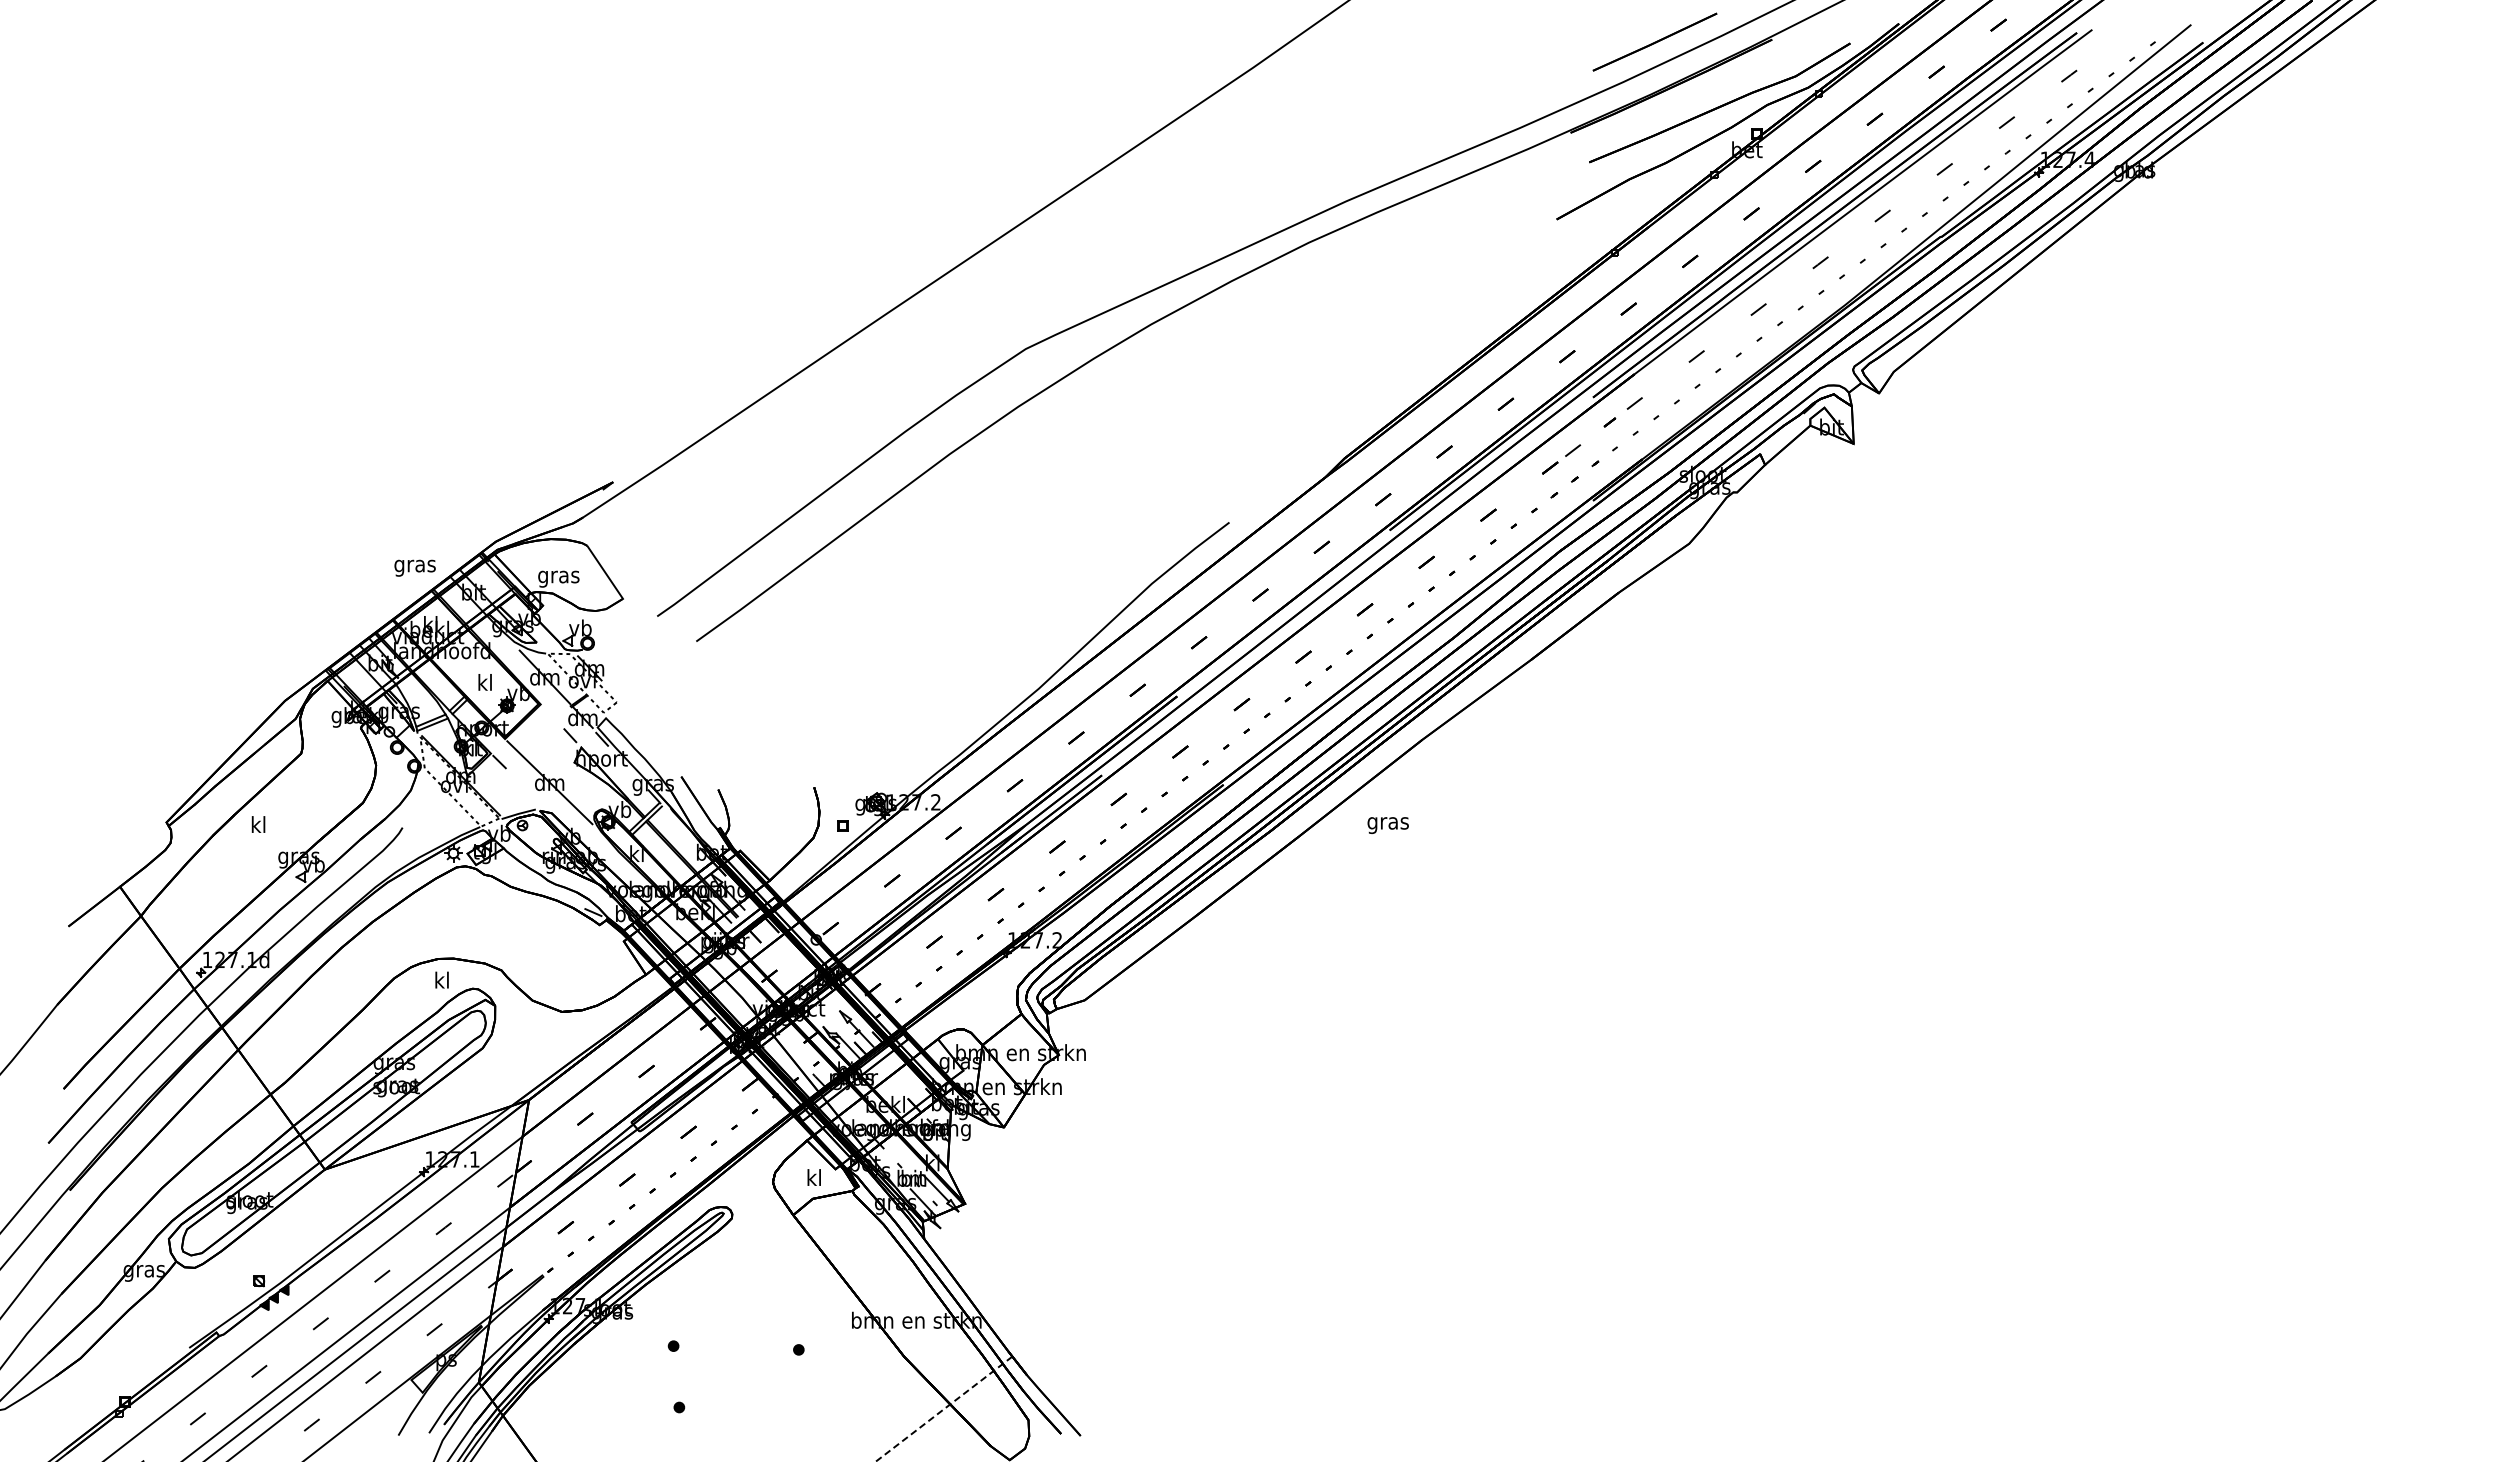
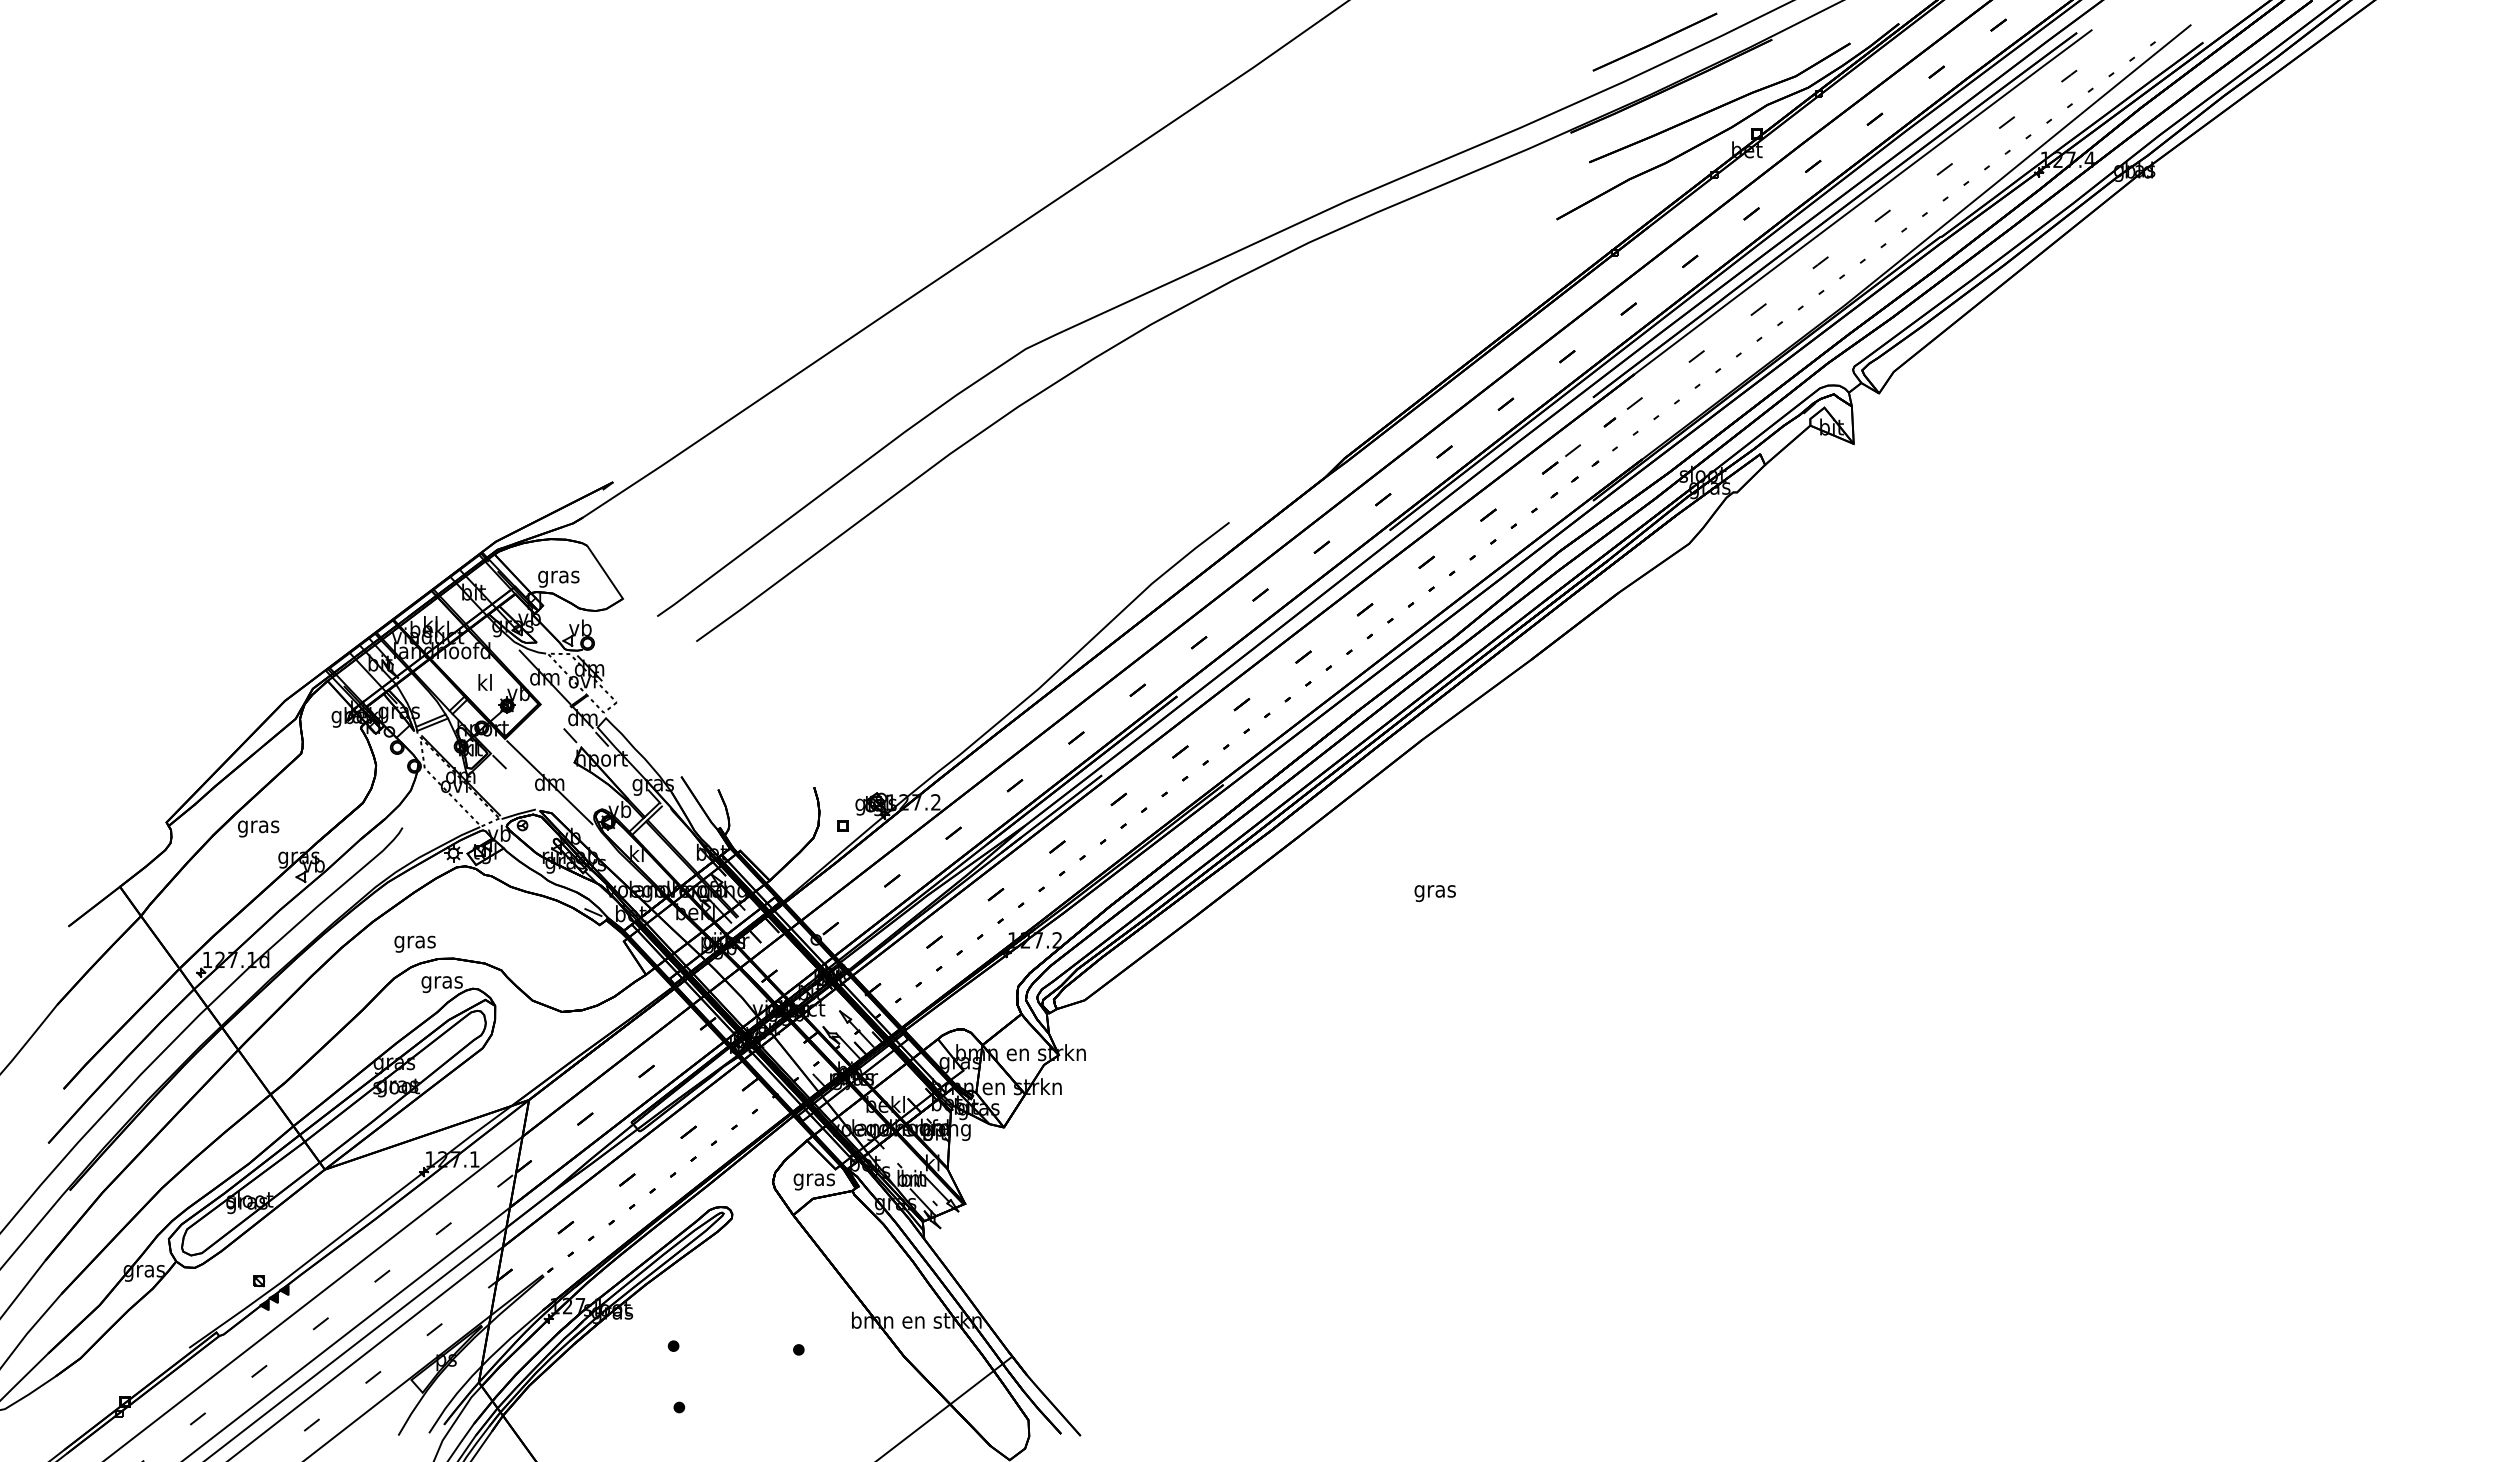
text at (414, 567) position: (414, 567) -> (414, 943)
text at (1387, 825) position: (1387, 825) -> (1434, 893)
text at (258, 826): kl -> gras
text at (441, 982): kl -> gras
text at (813, 1179): kl -> gras
line at (943, 1409): dashed -> solid
